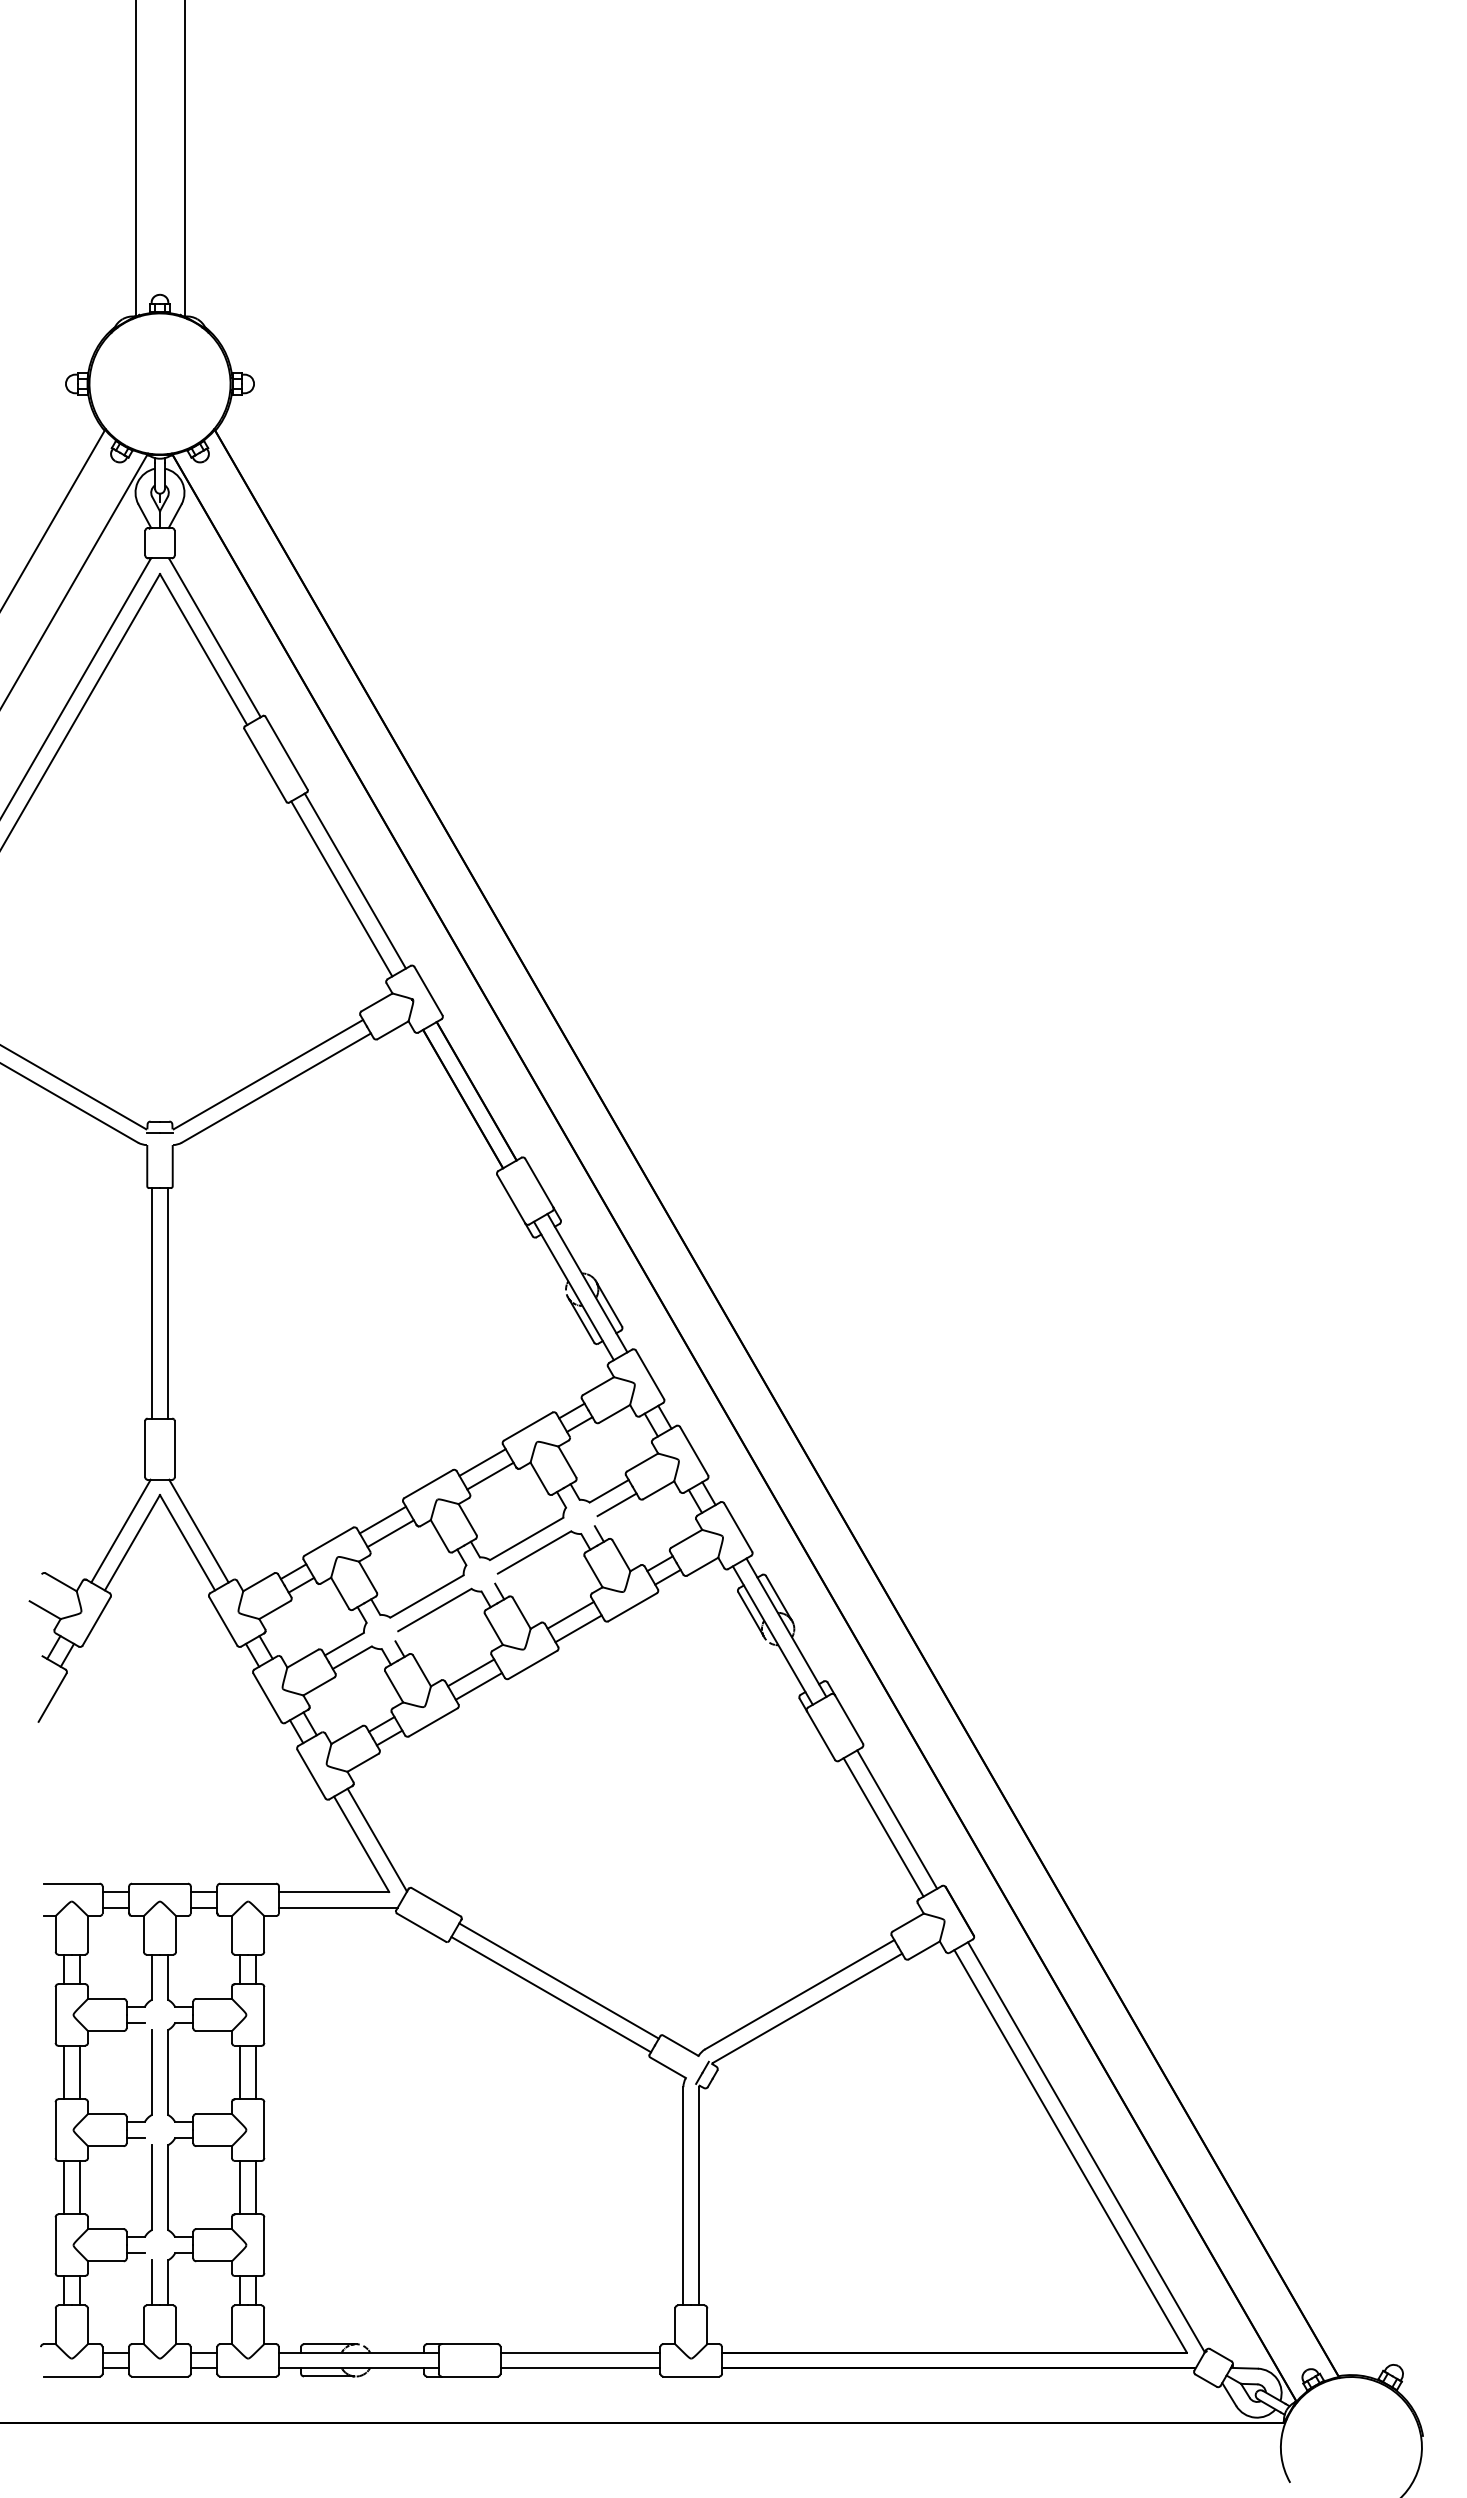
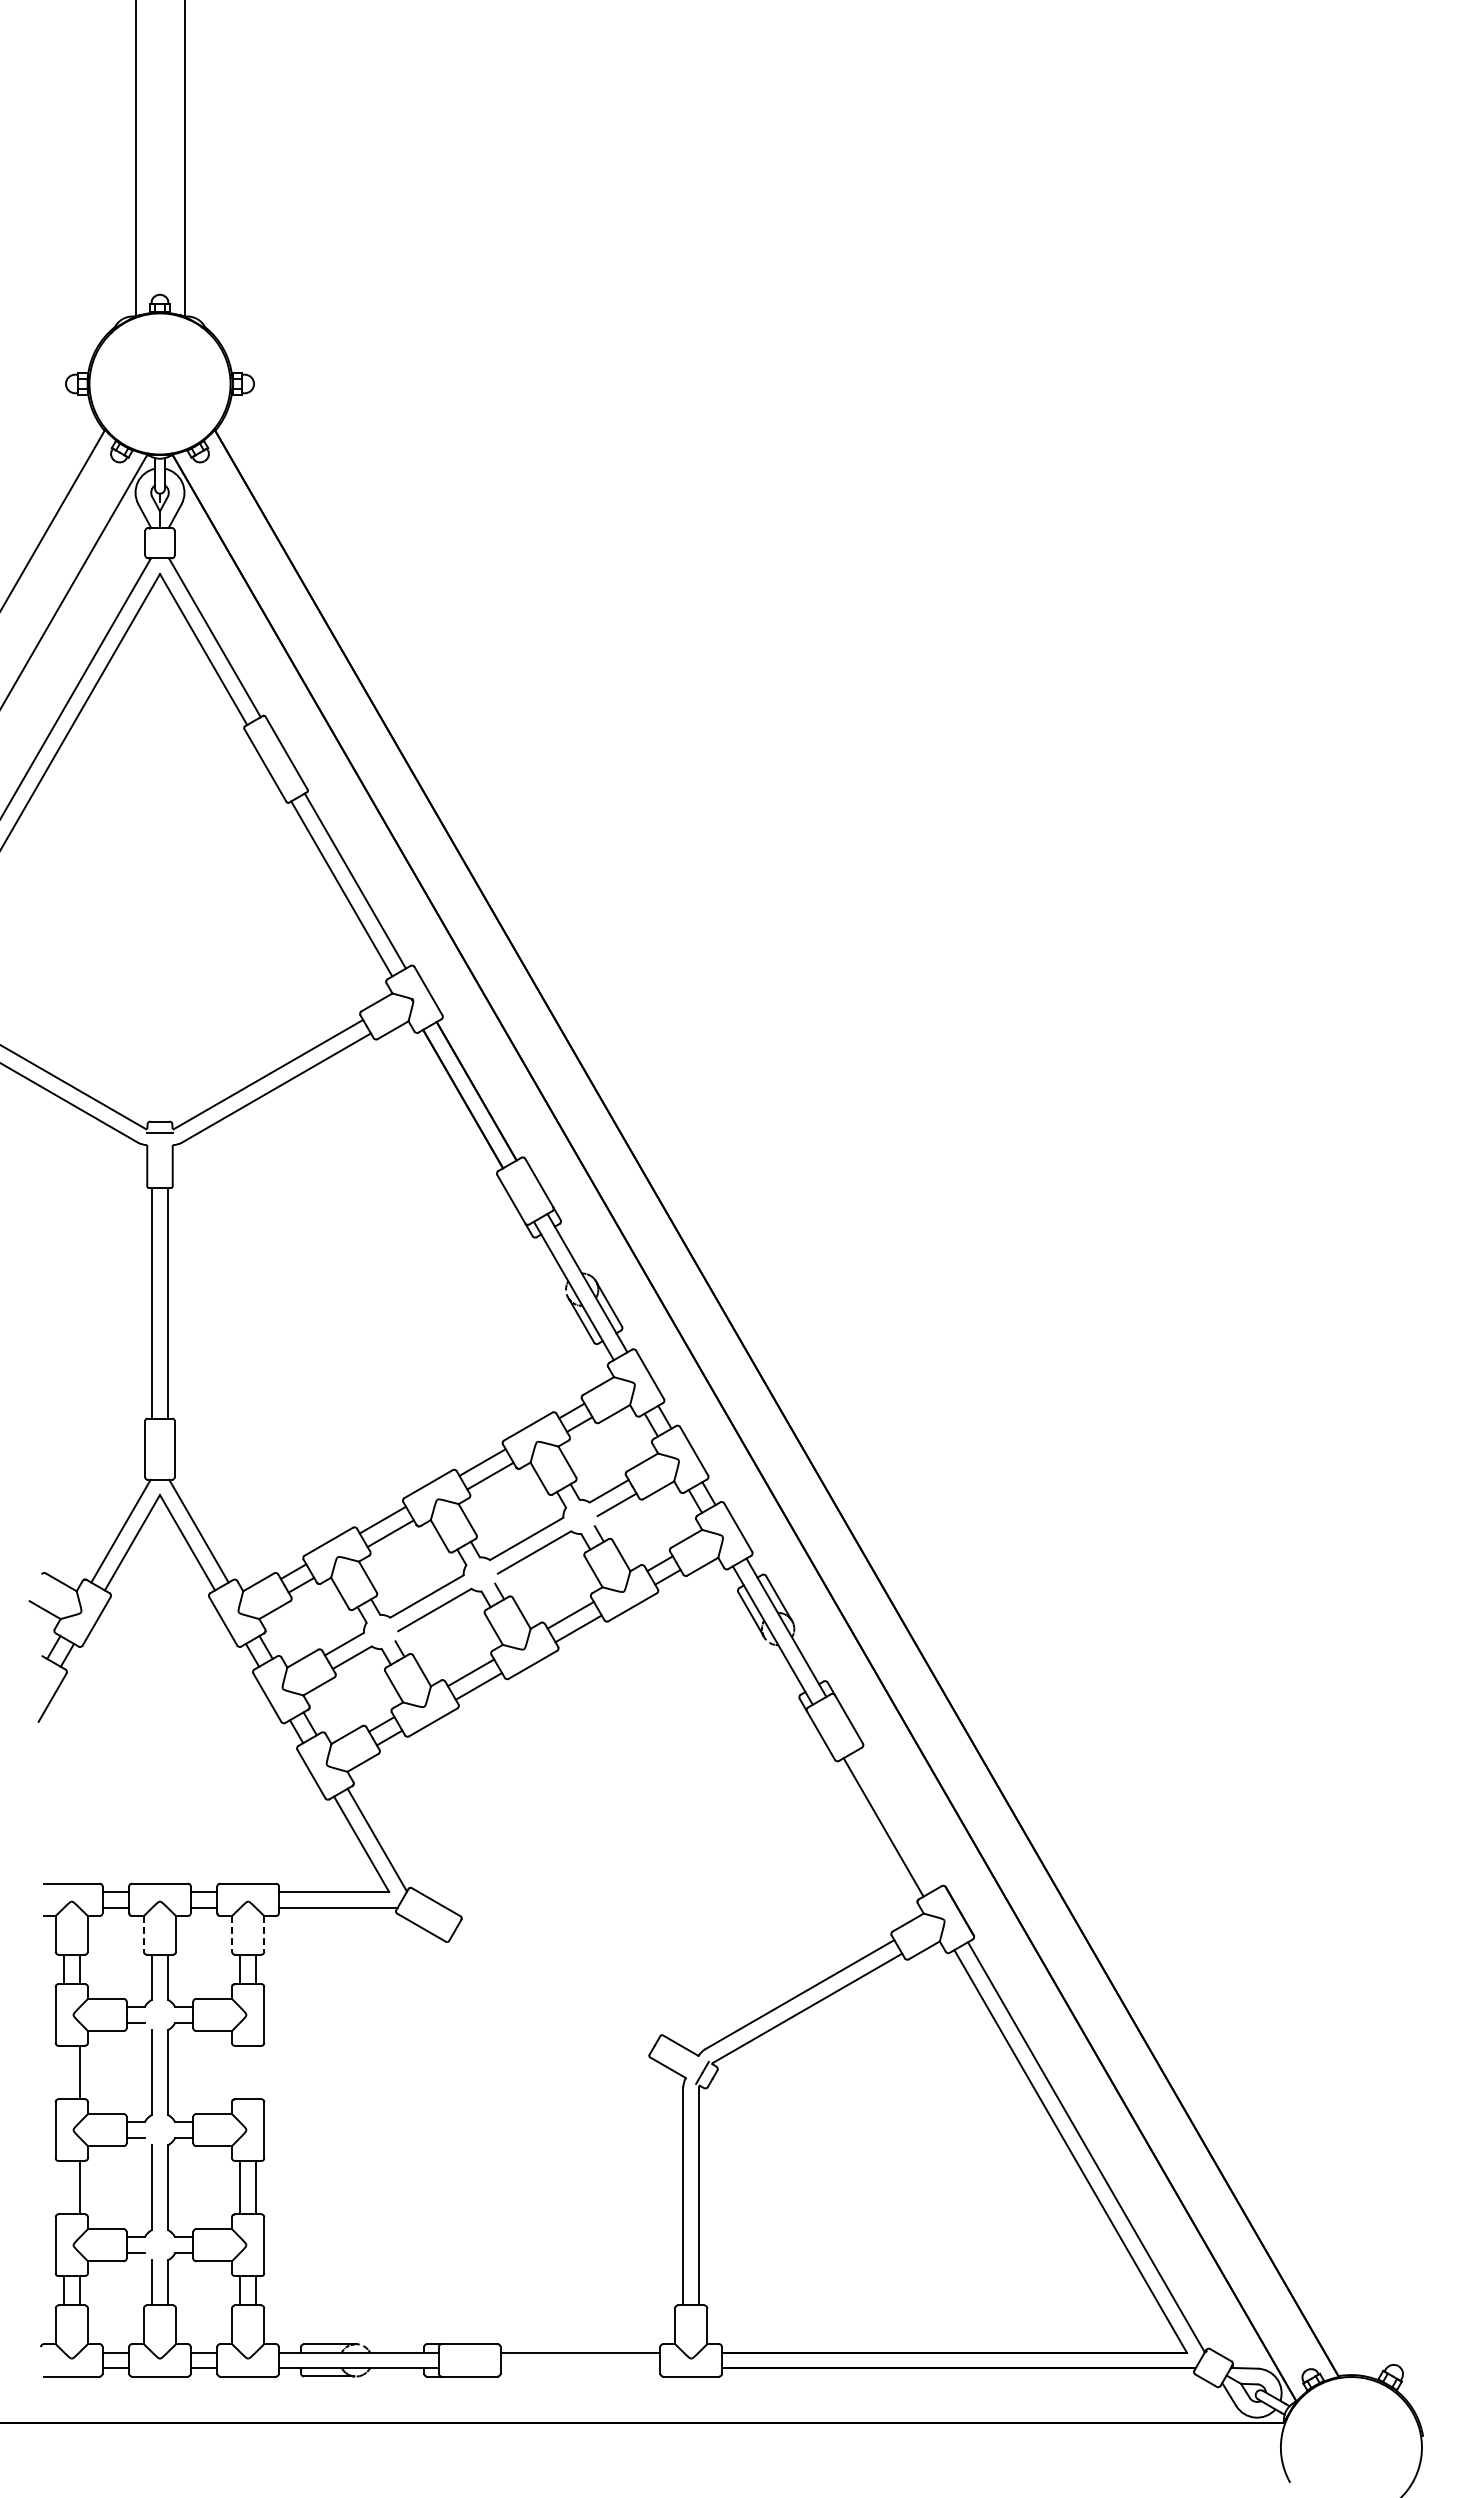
line at (897, 1819): present -> none
line at (143, 1933): solid -> dashed
line at (232, 1933): solid -> dashed
line at (264, 1933): solid -> dashed
line at (558, 1980): present -> none
line at (551, 1994): present -> none
line at (63, 2072): present -> none
line at (240, 2072): present -> none
line at (256, 2072): present -> none
line at (63, 2187): present -> none
line at (580, 2368): present -> none
